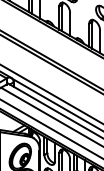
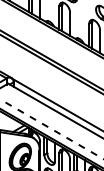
line at (51, 93): present -> none
line at (51, 116): present -> none
line at (51, 128): solid -> dashed
